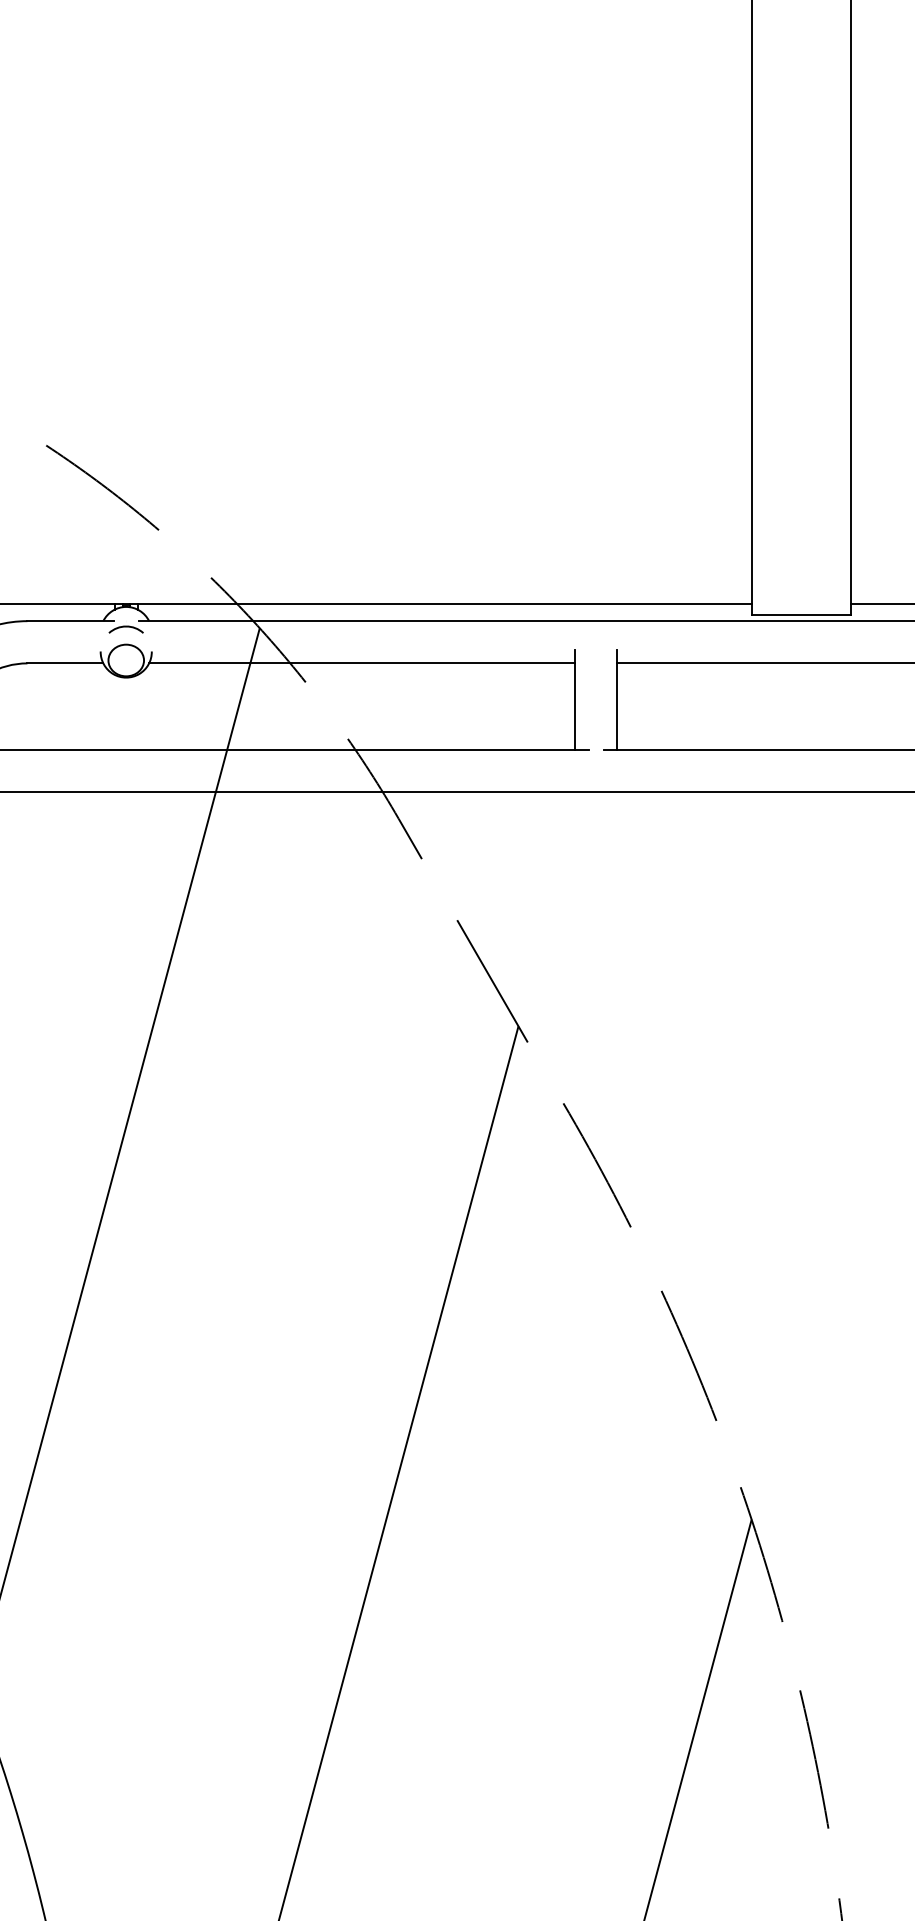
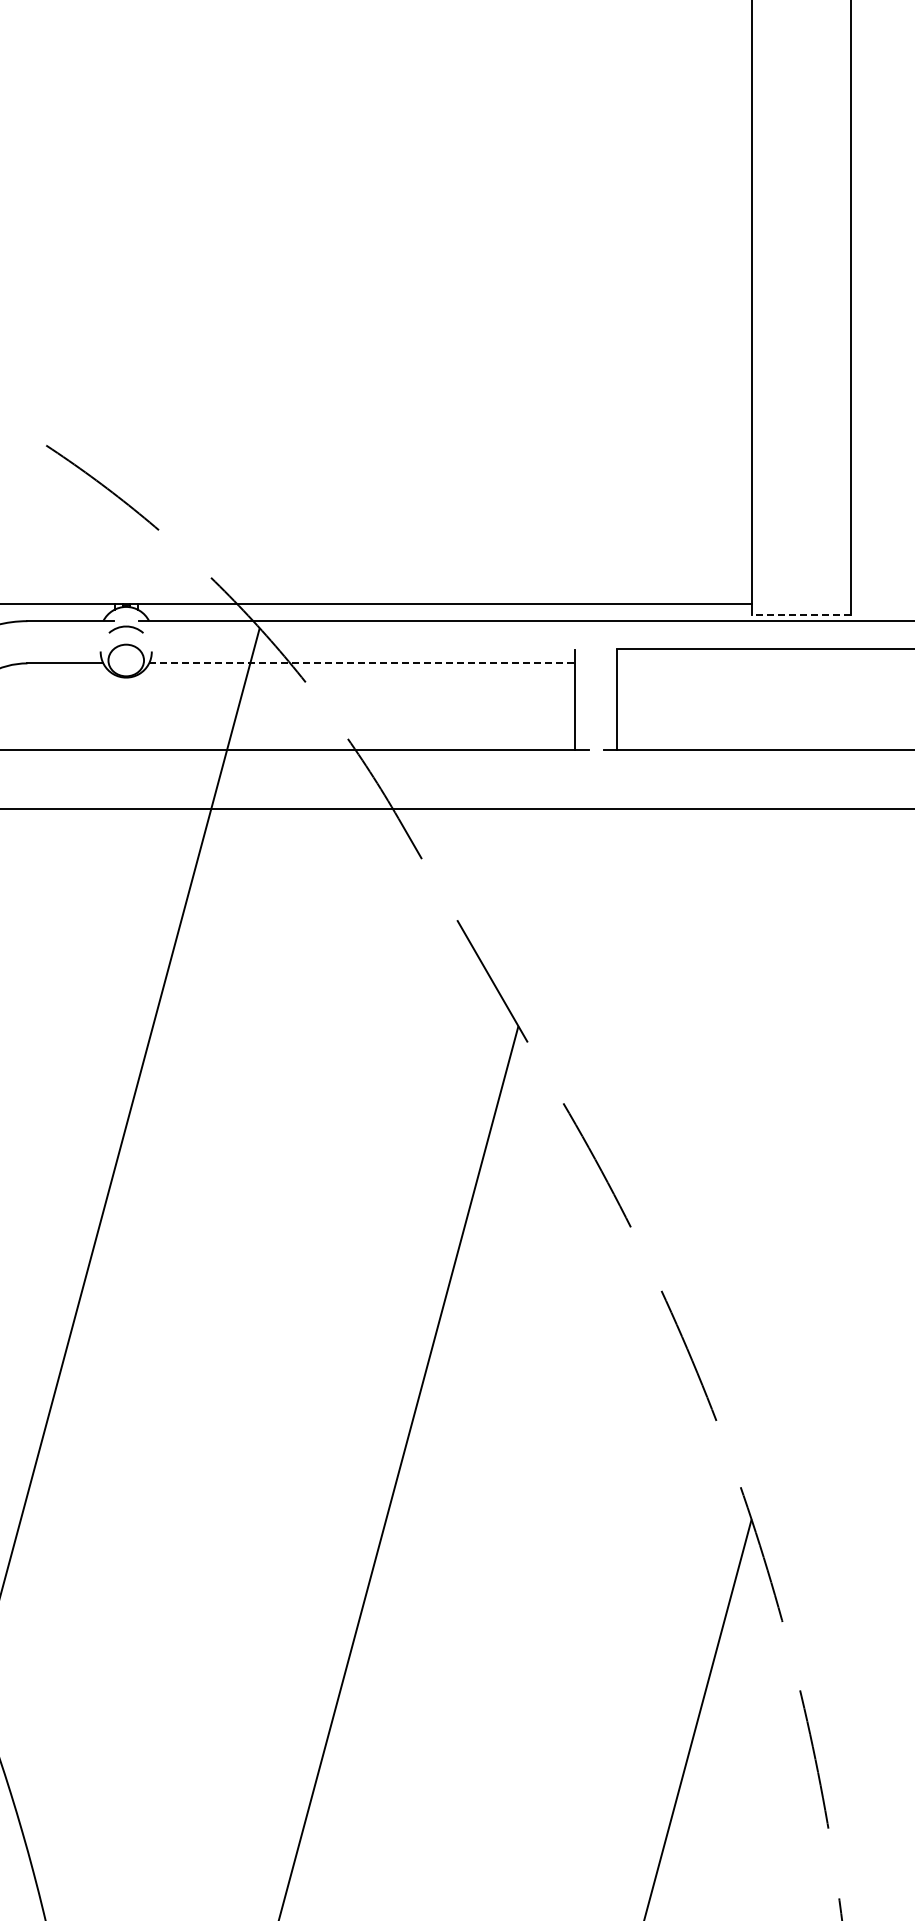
line at (881, 604): present -> none
line at (801, 614): solid -> dashed
line at (362, 663): solid -> dashed
line at (764, 663) position: (764, 663) -> (764, 649)
line at (456, 792) position: (456, 792) -> (456, 809)
